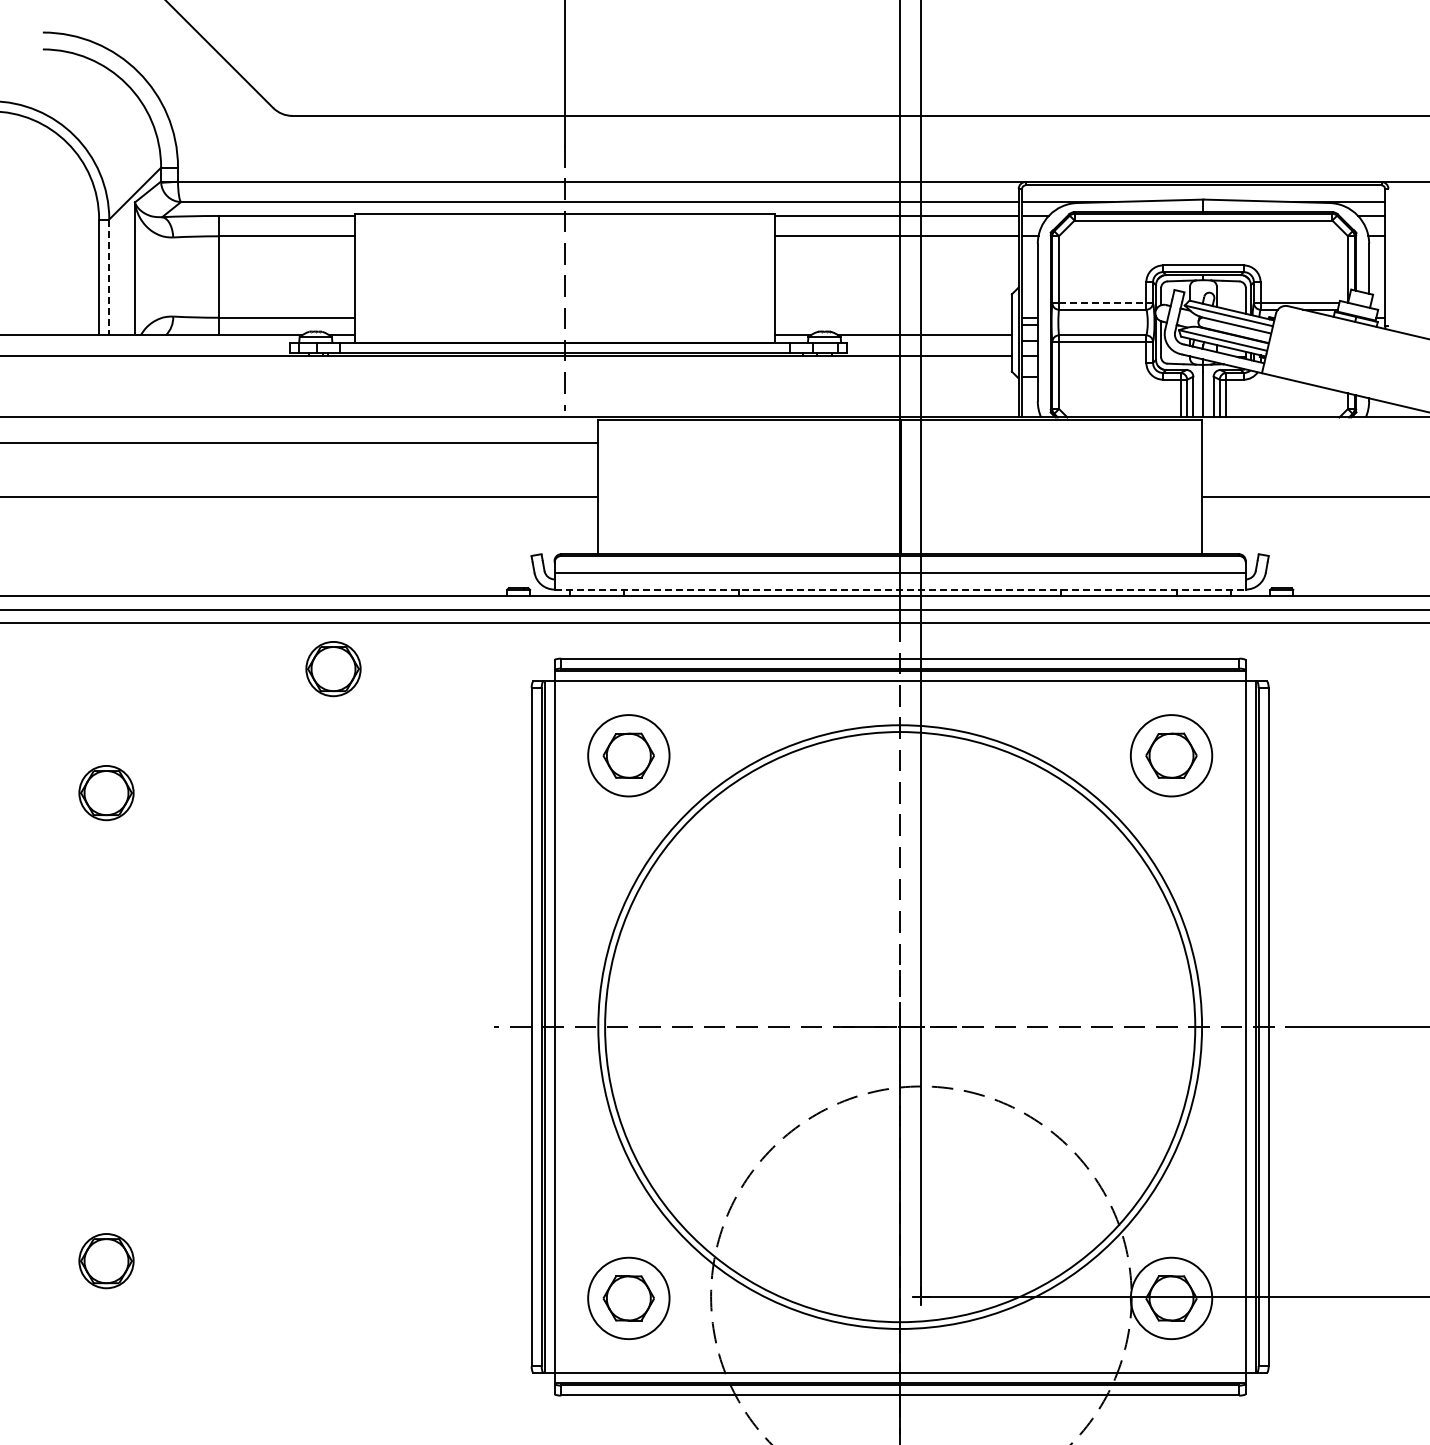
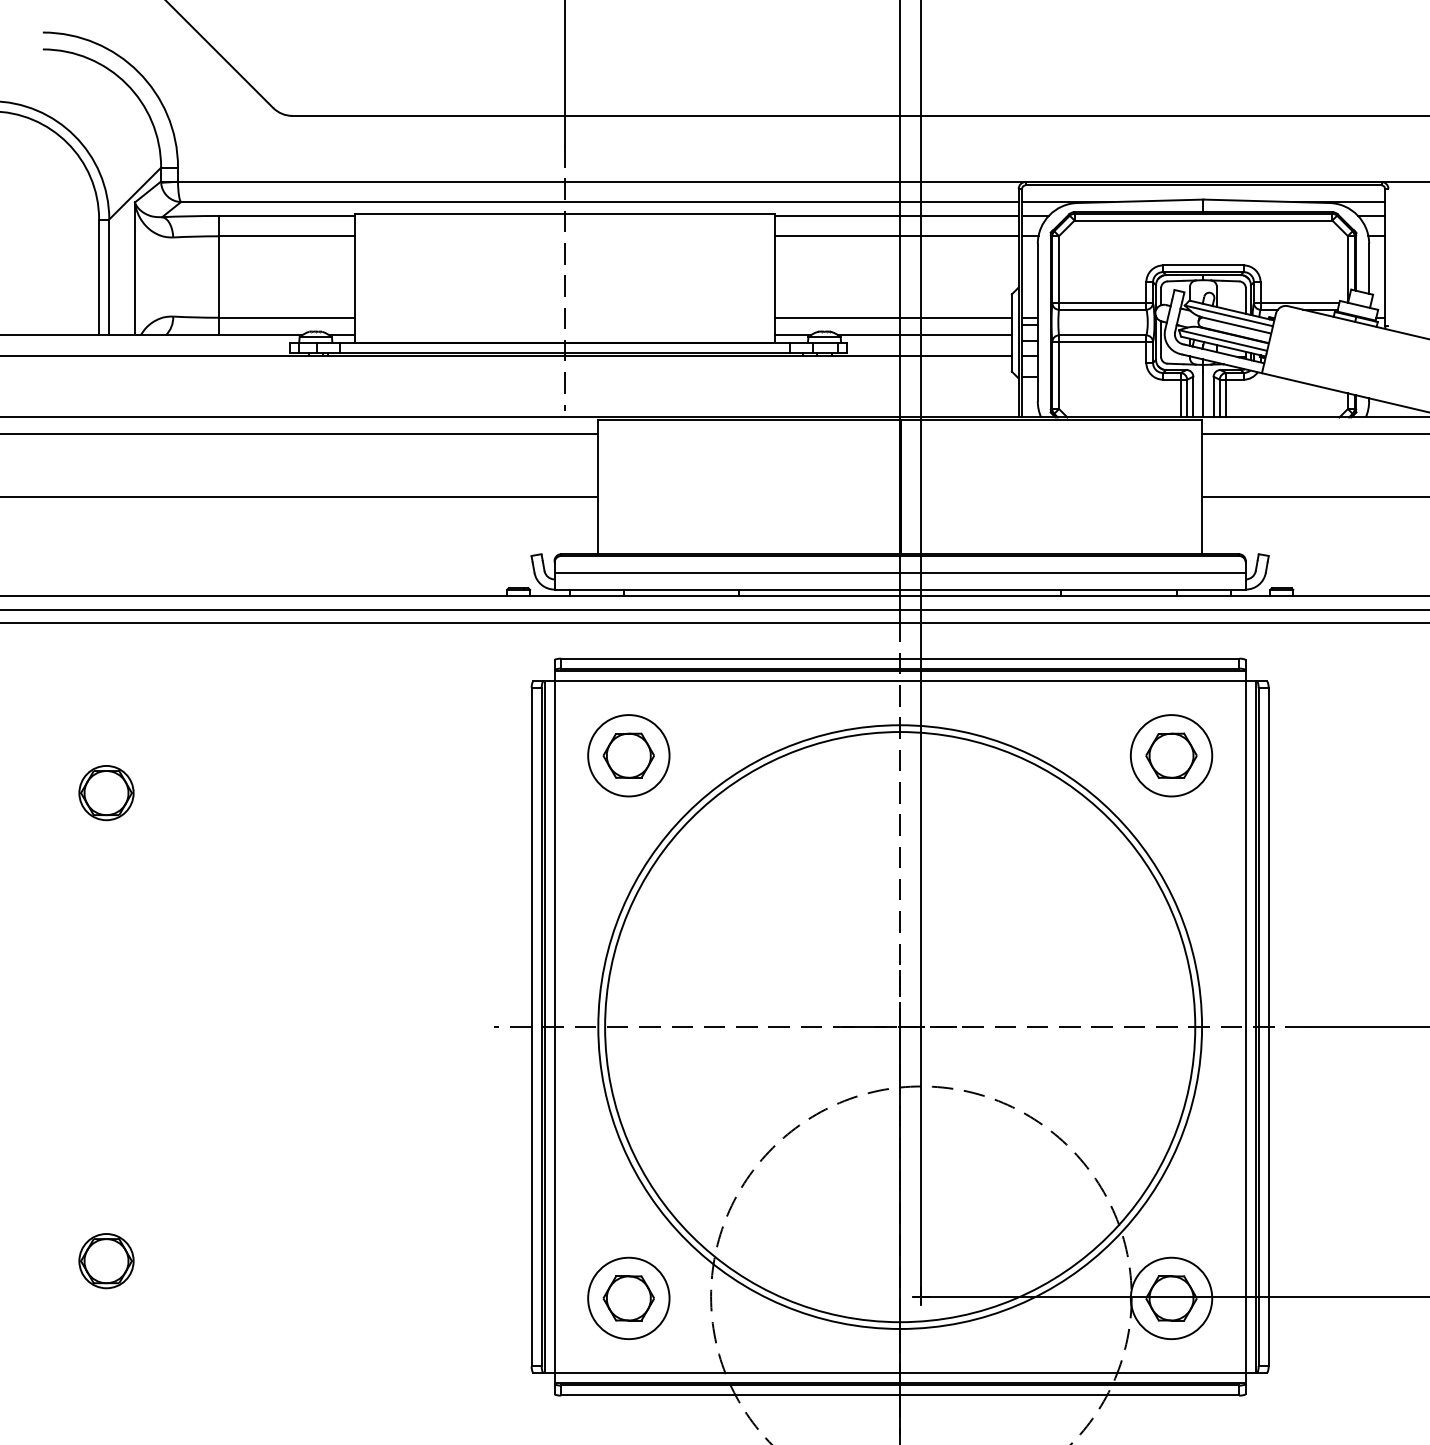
line at (109, 277): dashed -> solid
line at (1102, 303): dashed -> solid
line at (893, 317): none -> present
line at (1314, 434): none -> present
line at (300, 443) position: (300, 443) -> (300, 434)
line at (900, 589): dashed -> solid
part at (333, 669): present -> none
